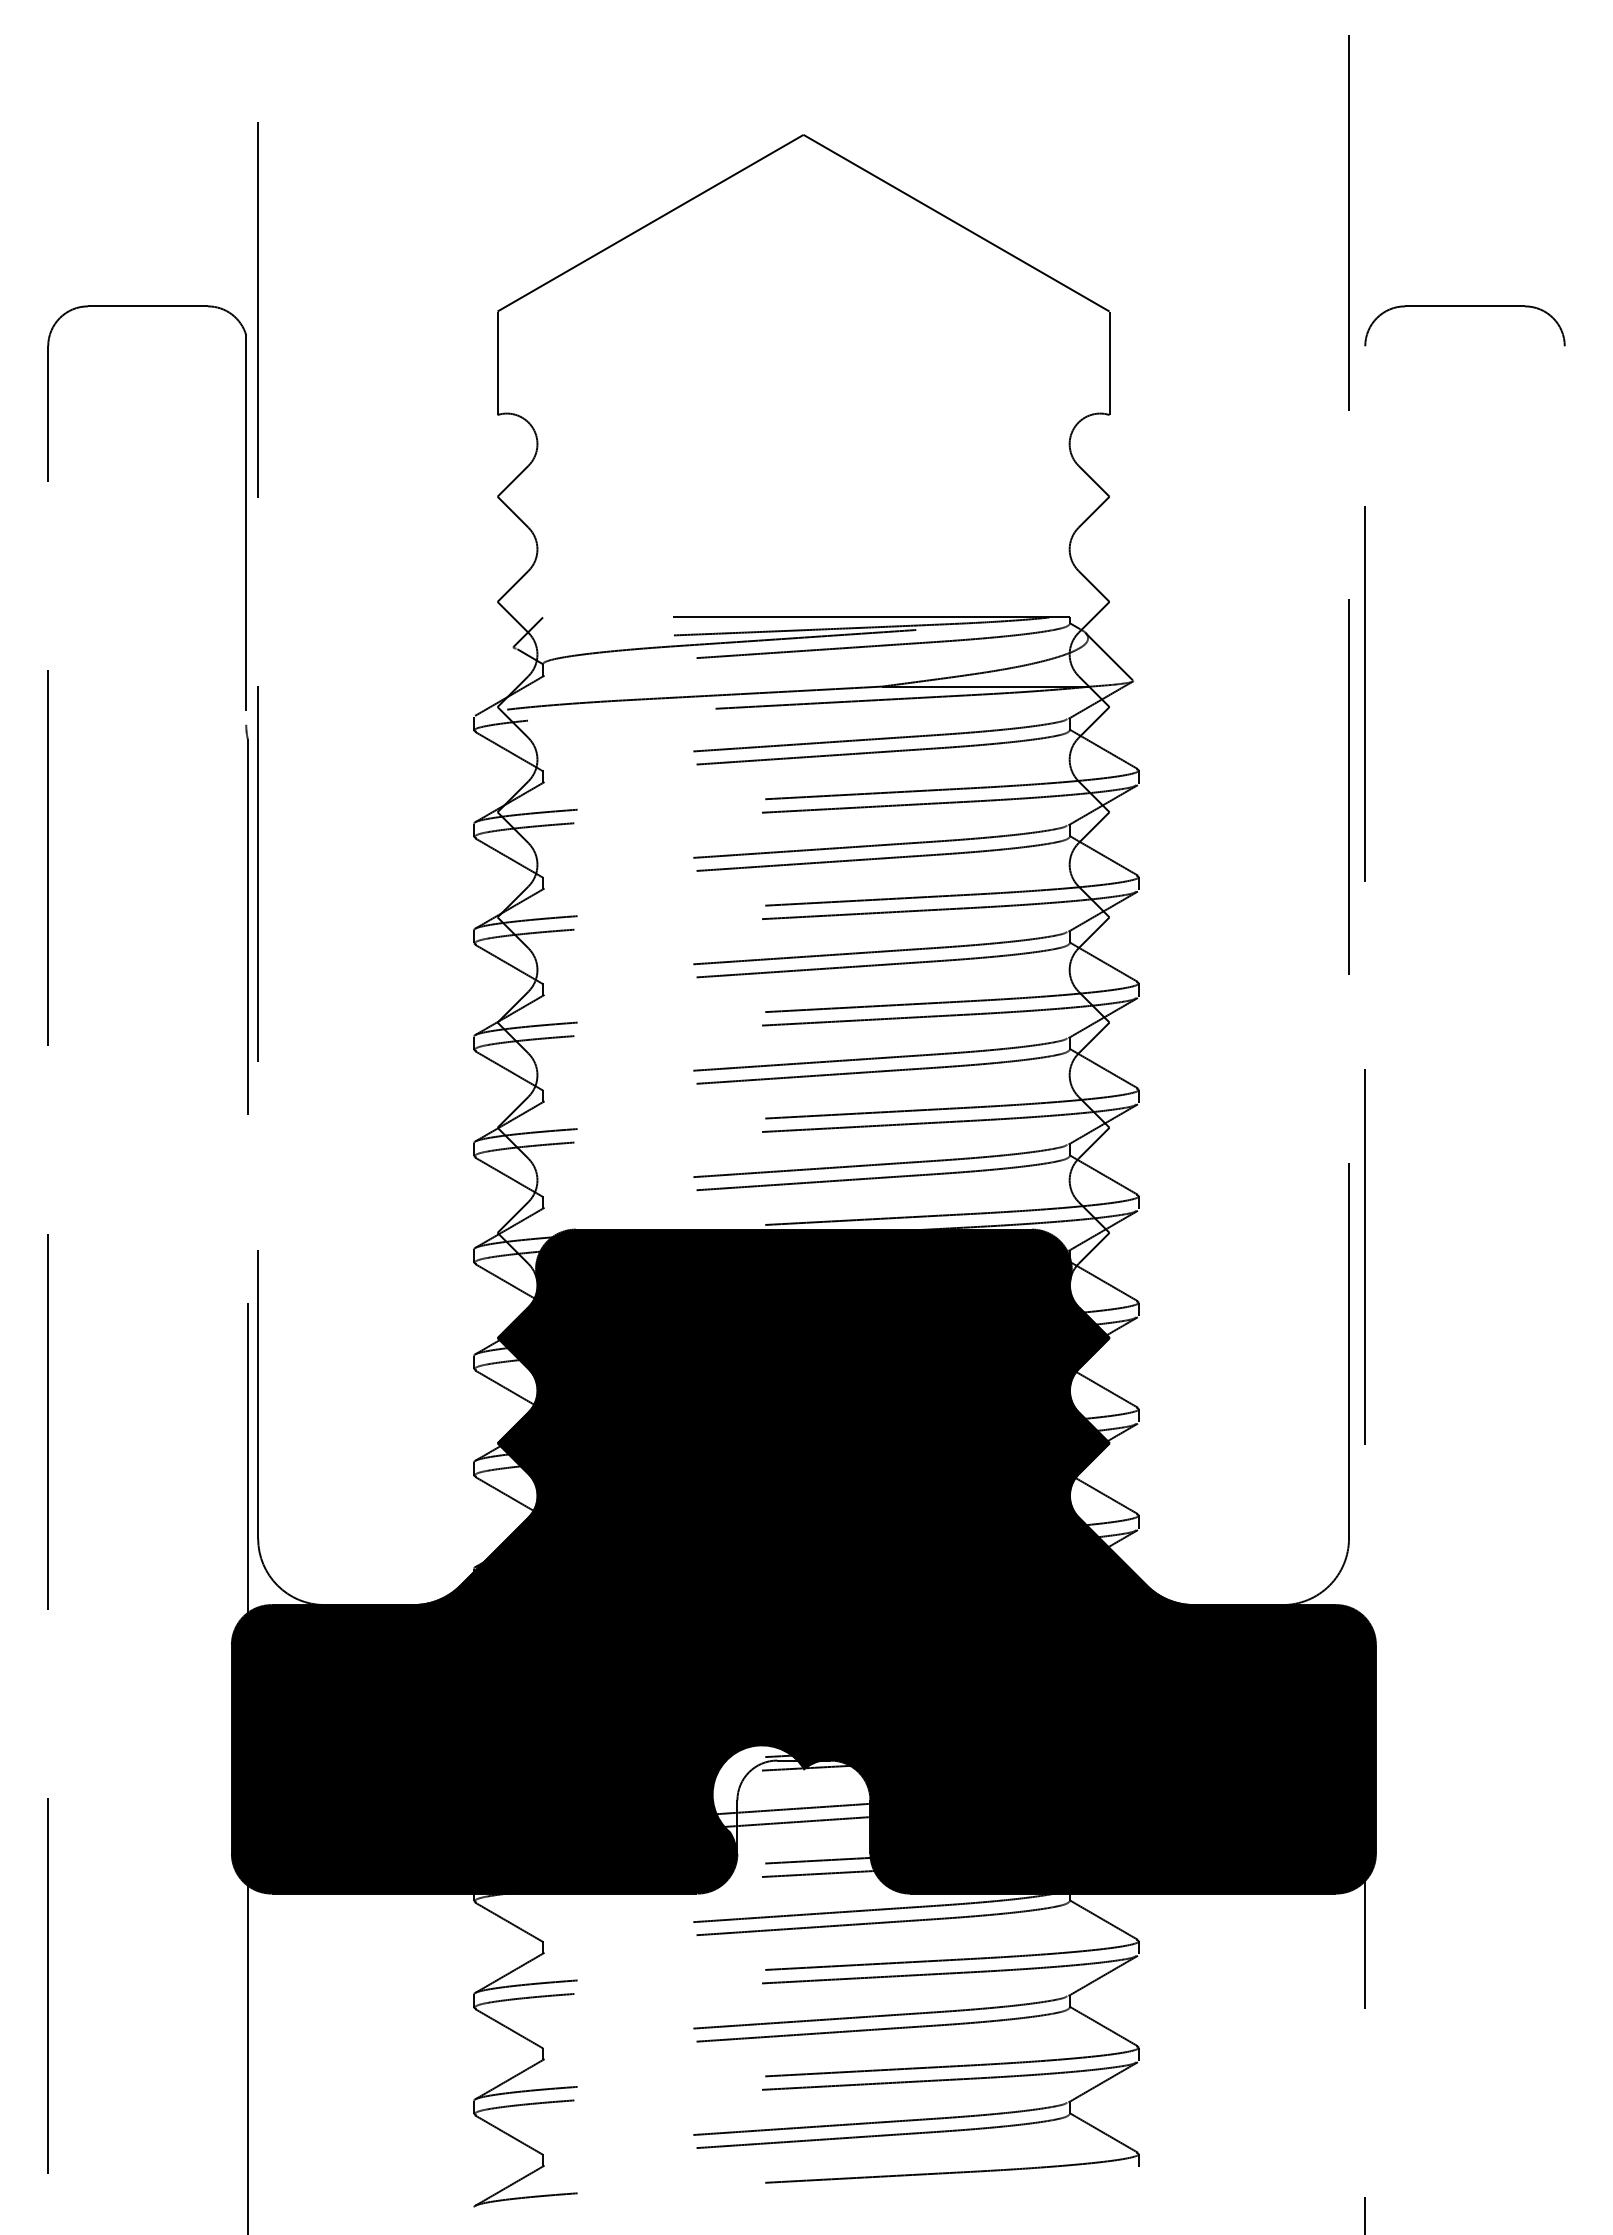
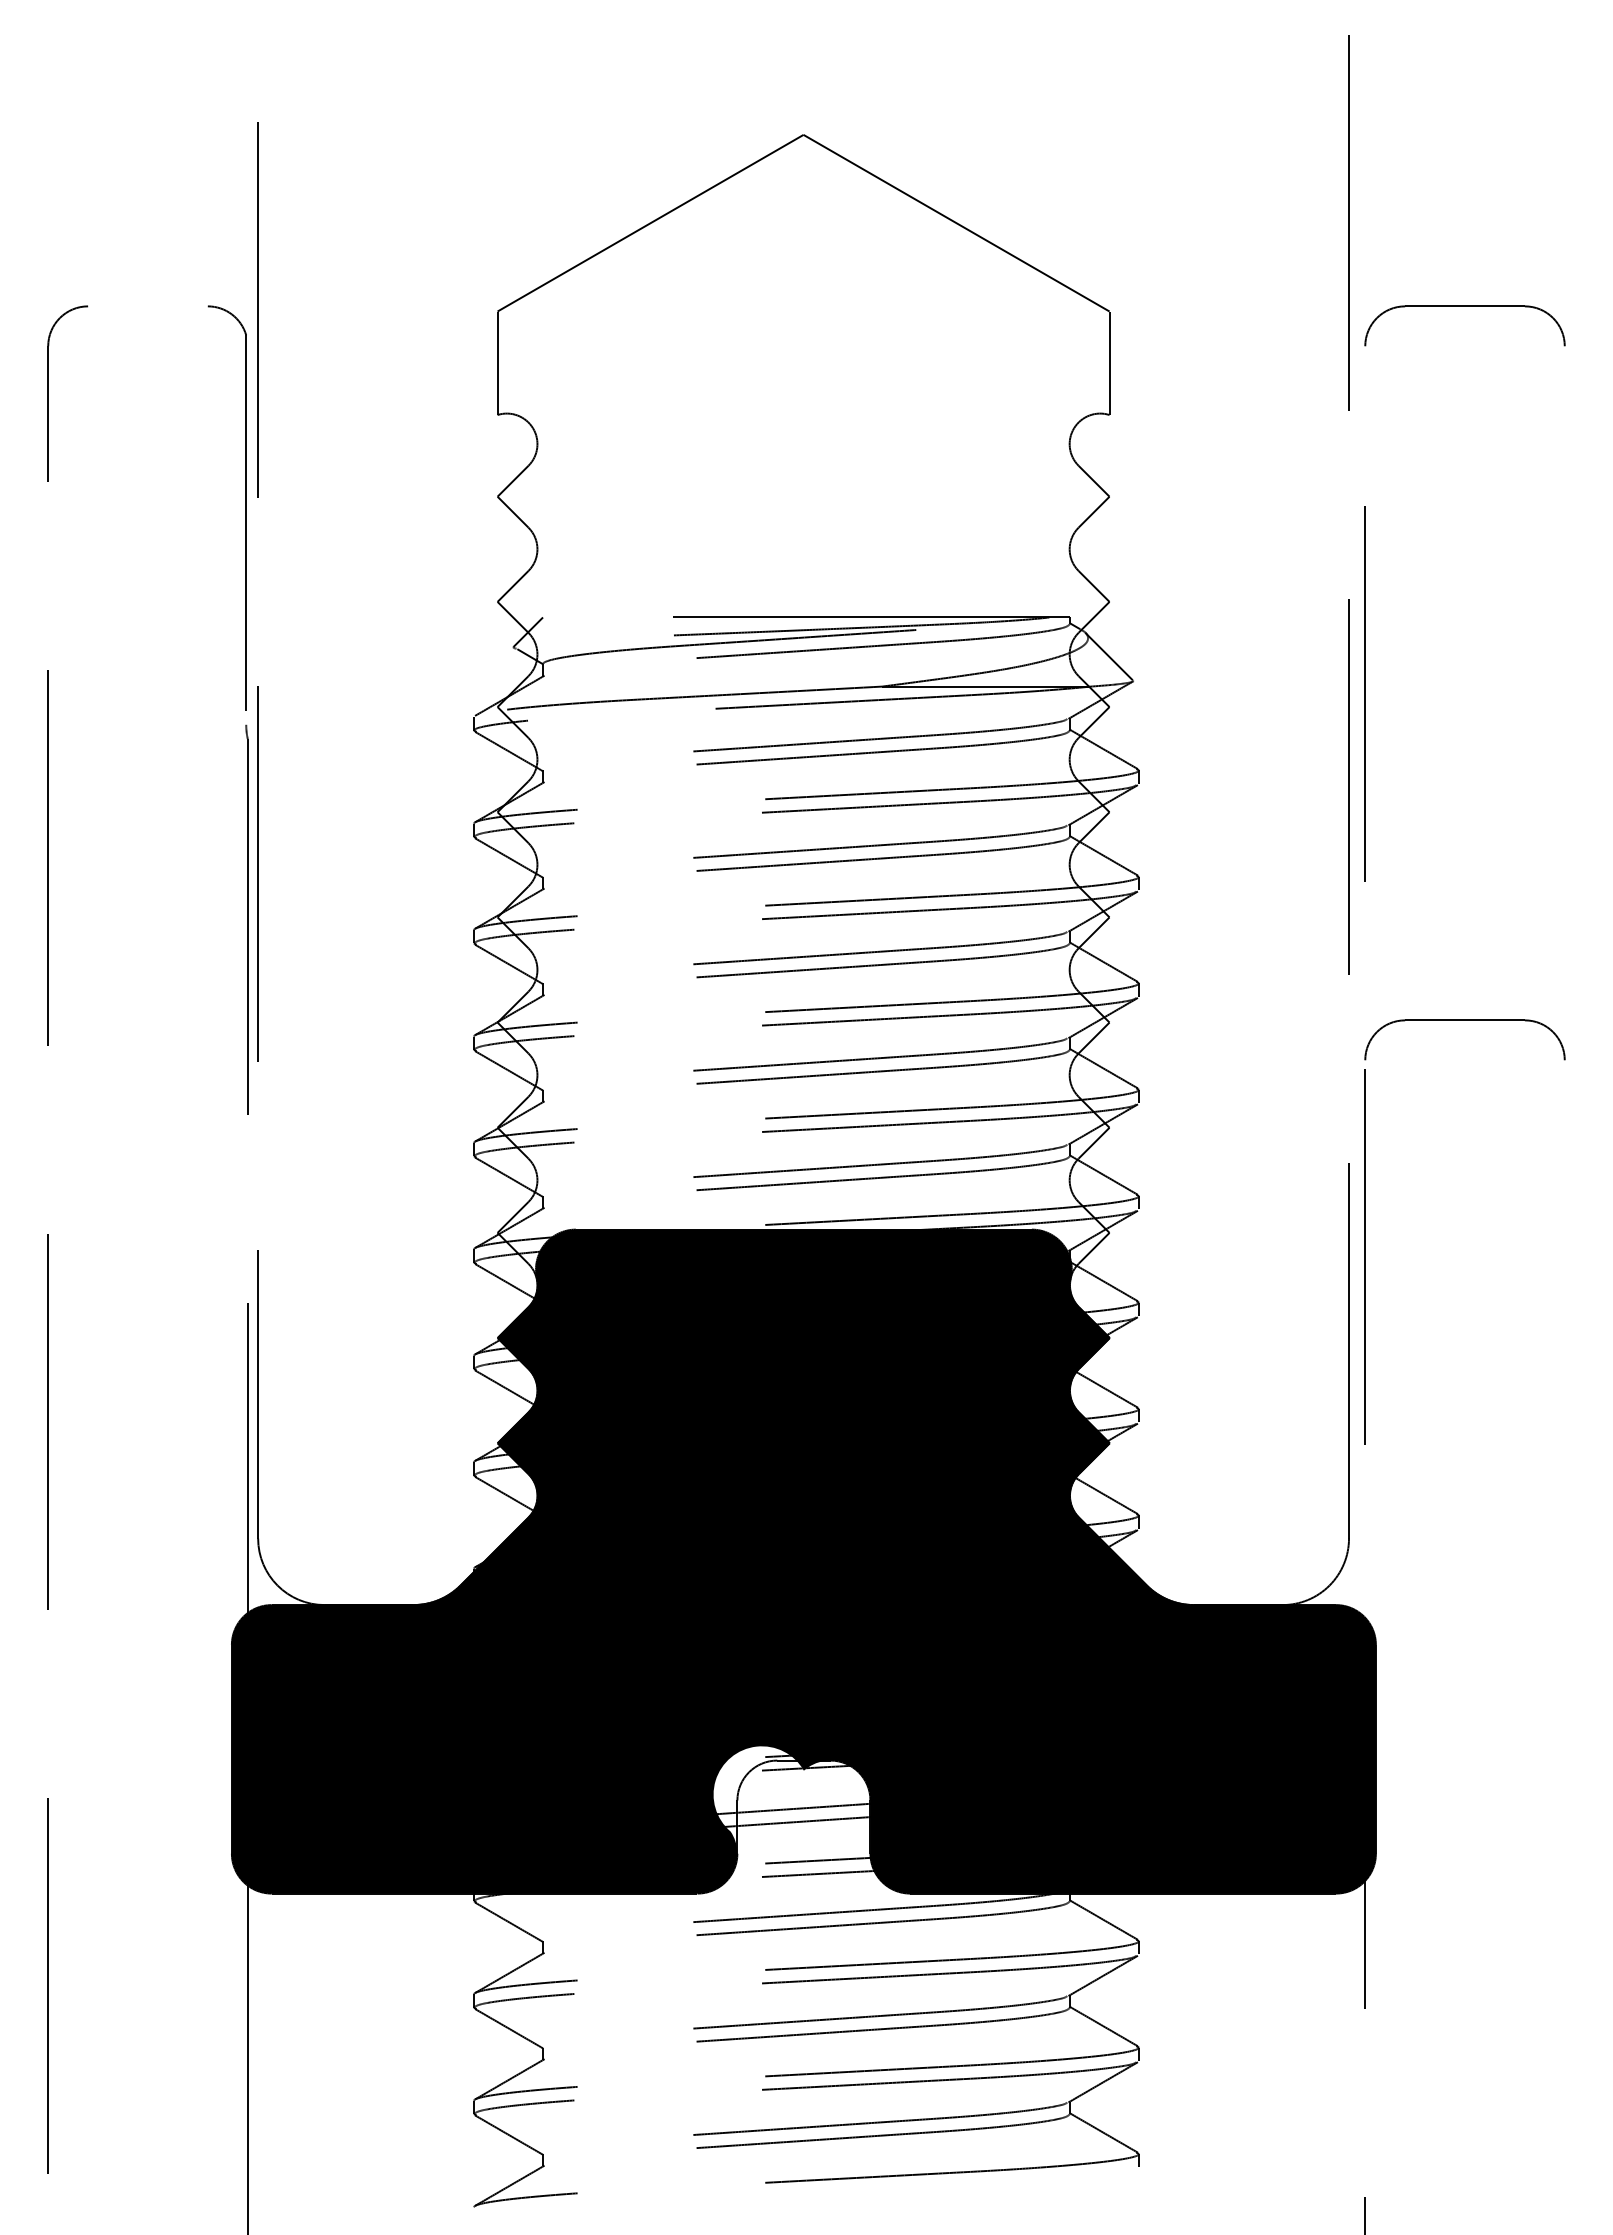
line at (147, 306): present -> none
part at (1464, 1020): none -> present
